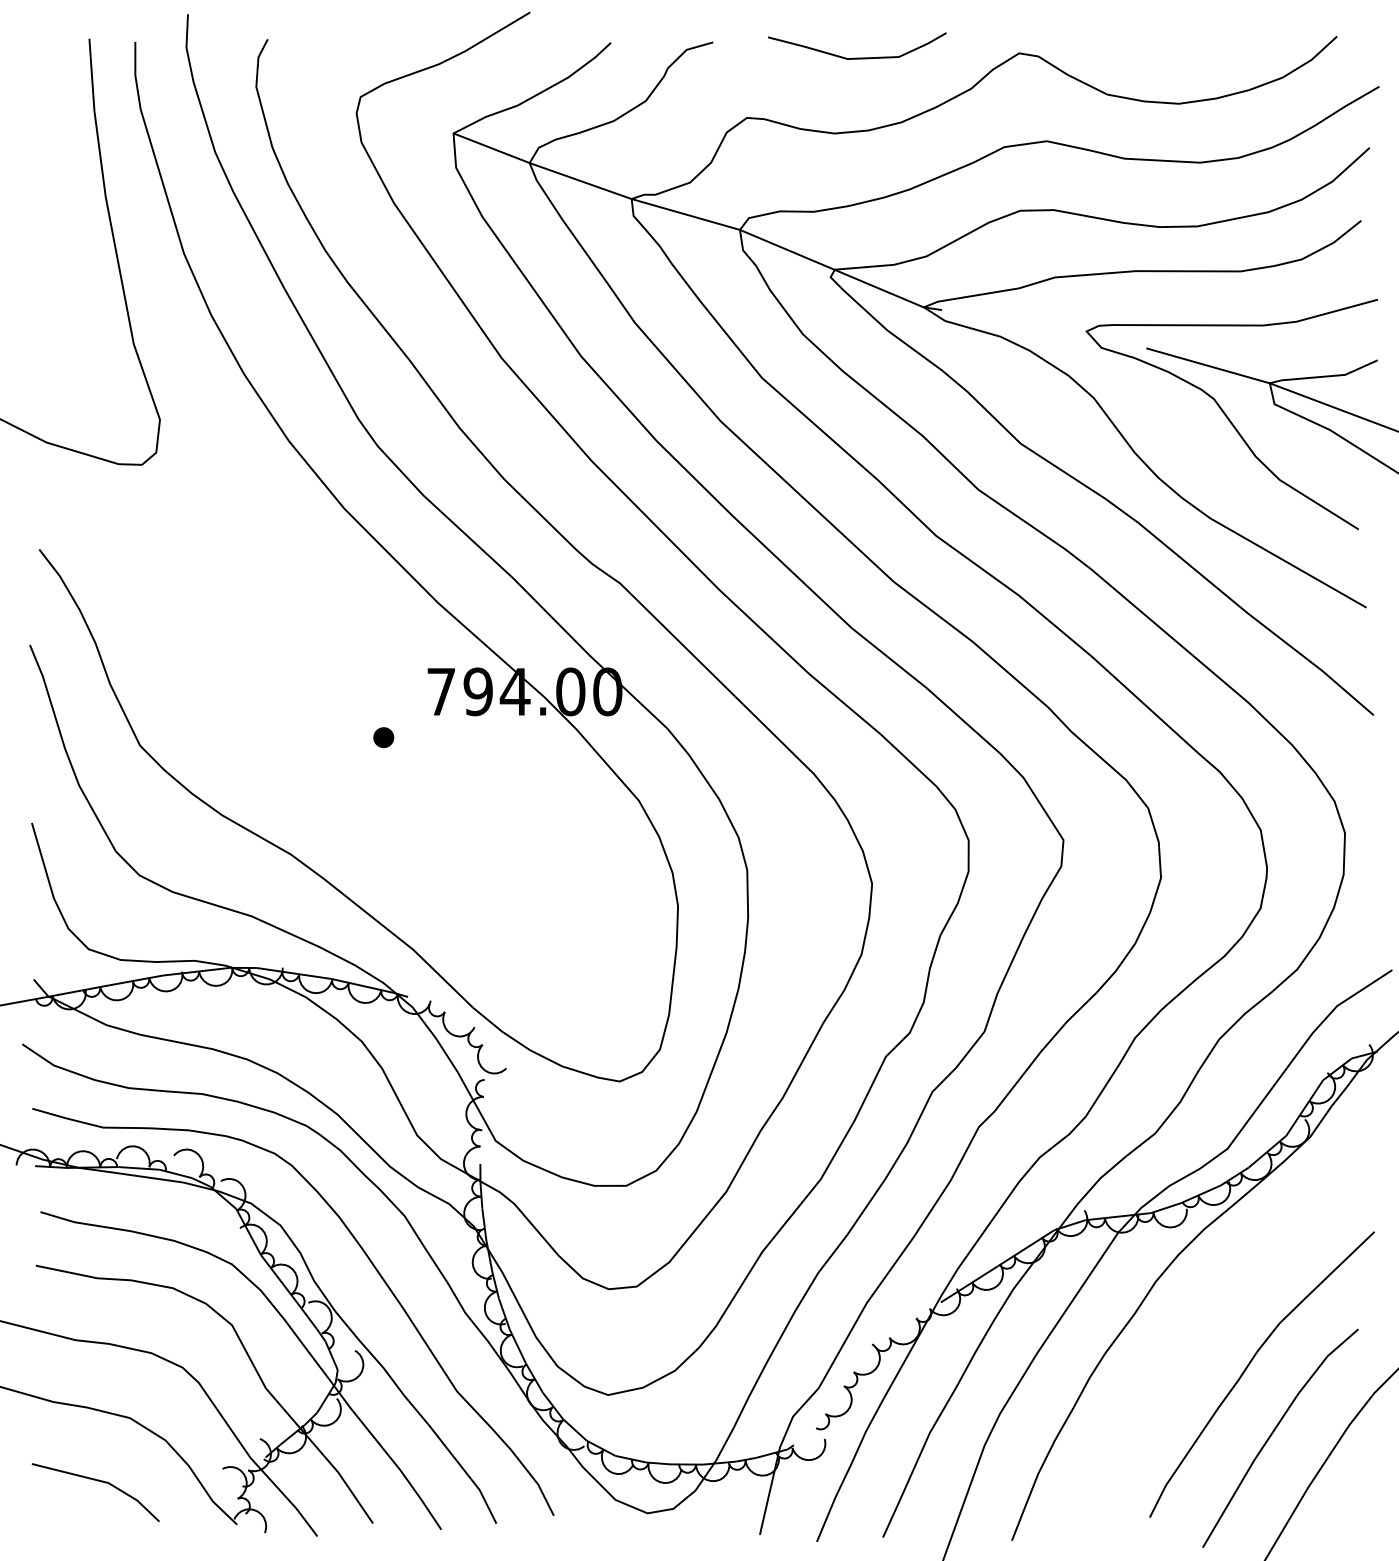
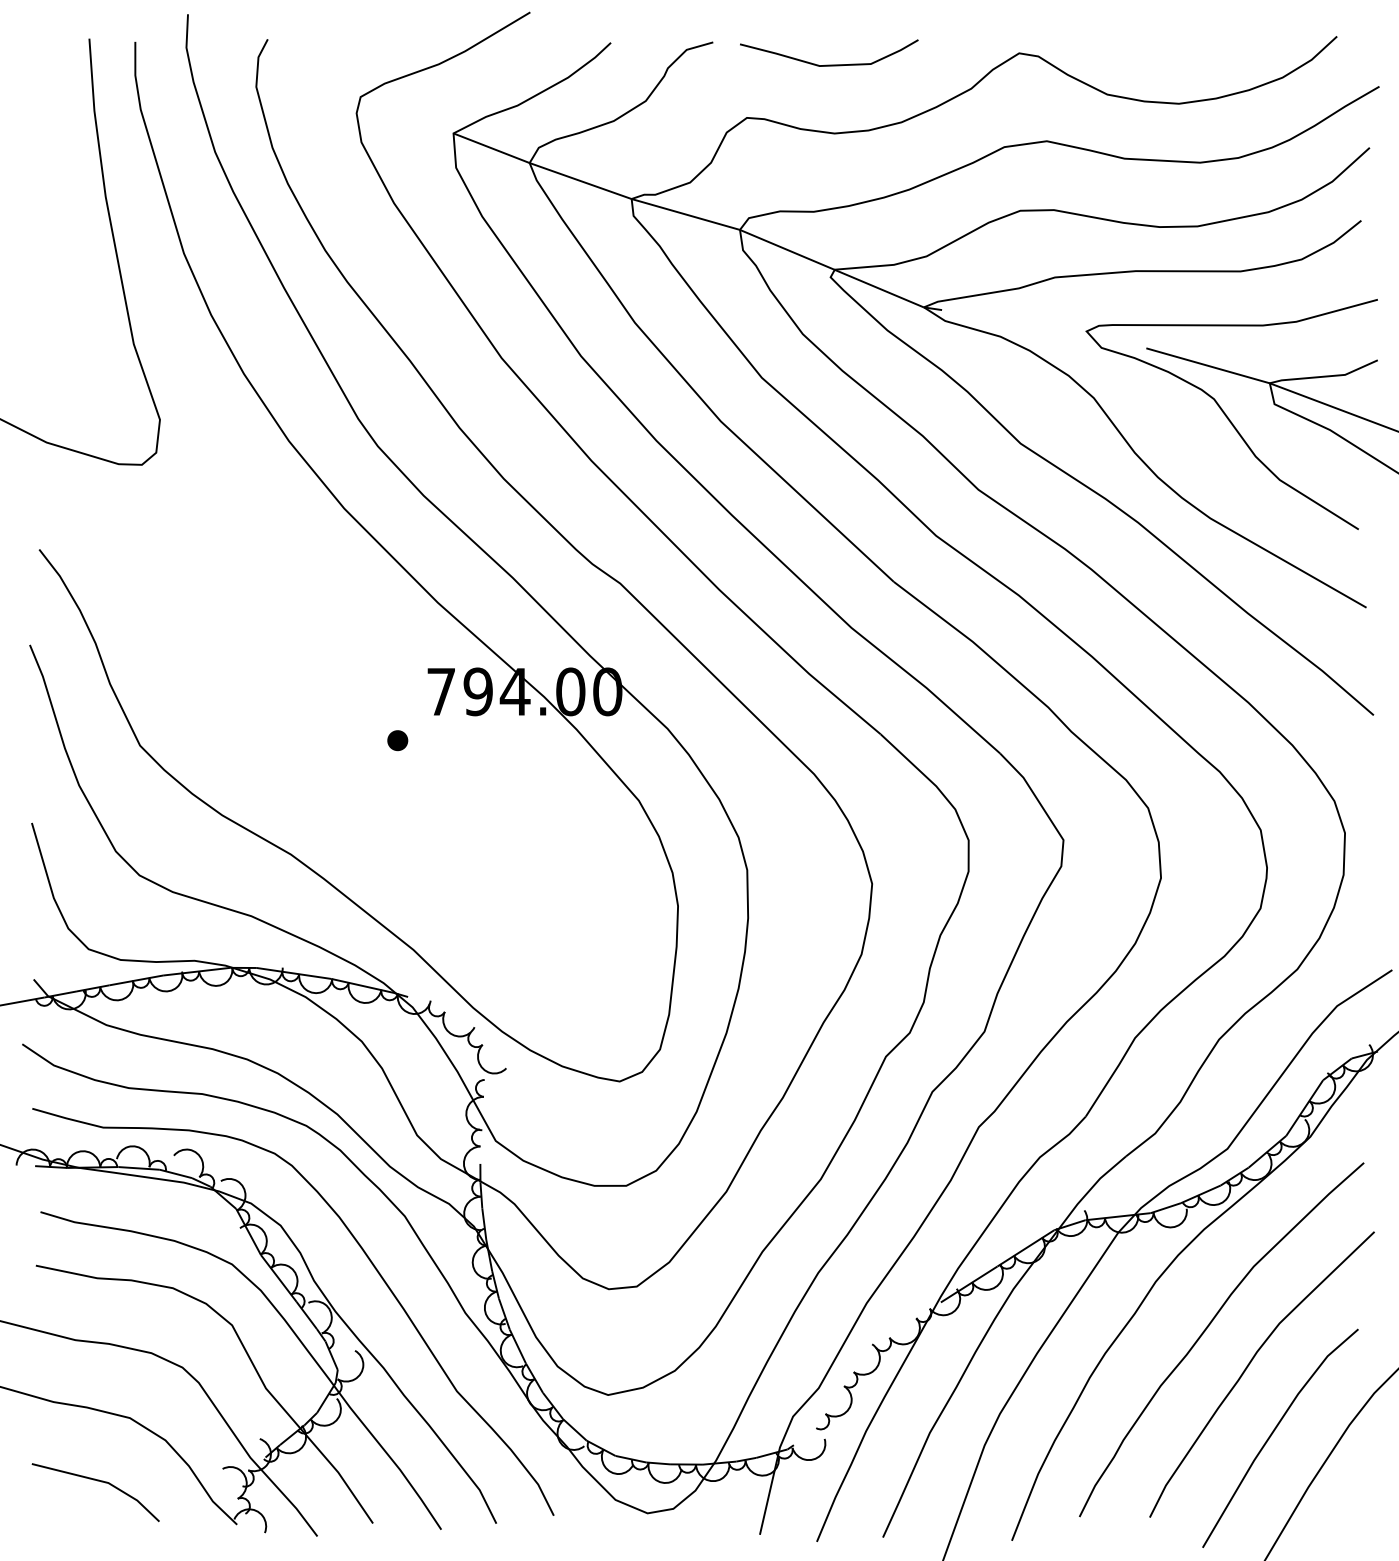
curve at (857, 57) position: (857, 57) -> (829, 64)
part at (383, 737) position: (383, 737) -> (397, 740)
curve at (1206, 1330): none -> present
